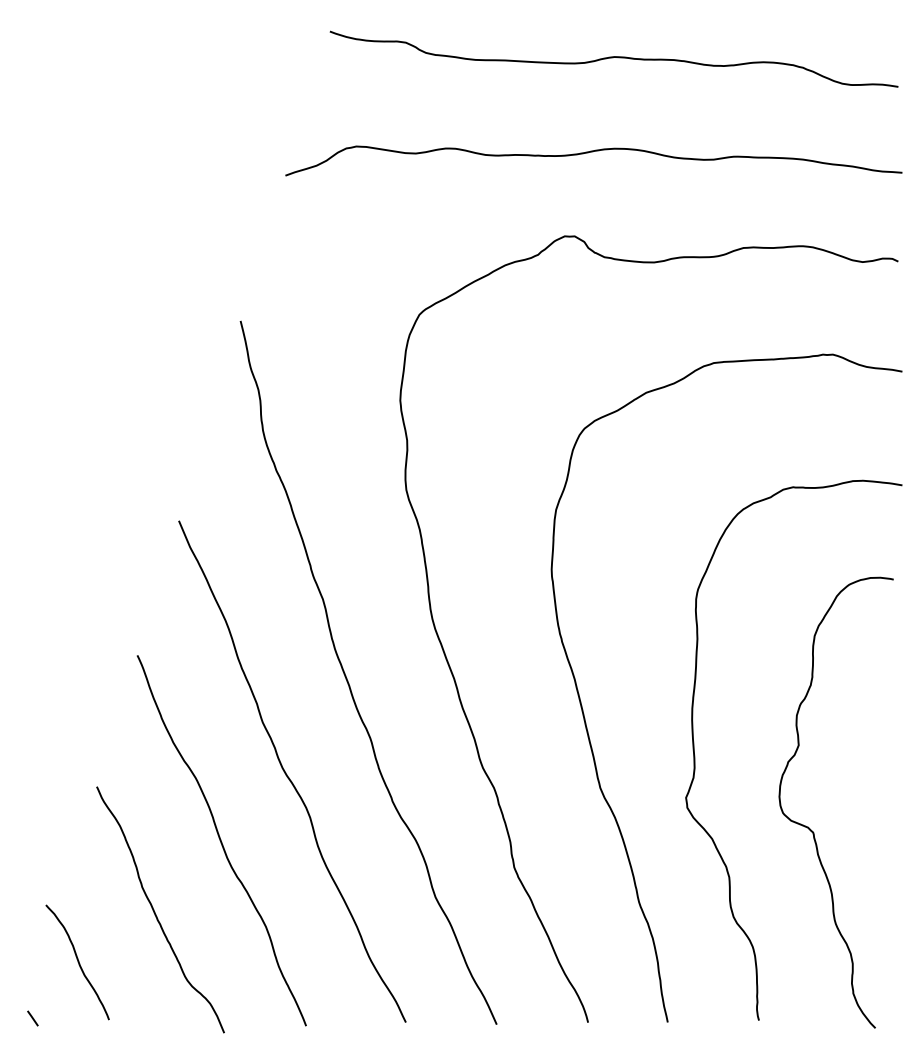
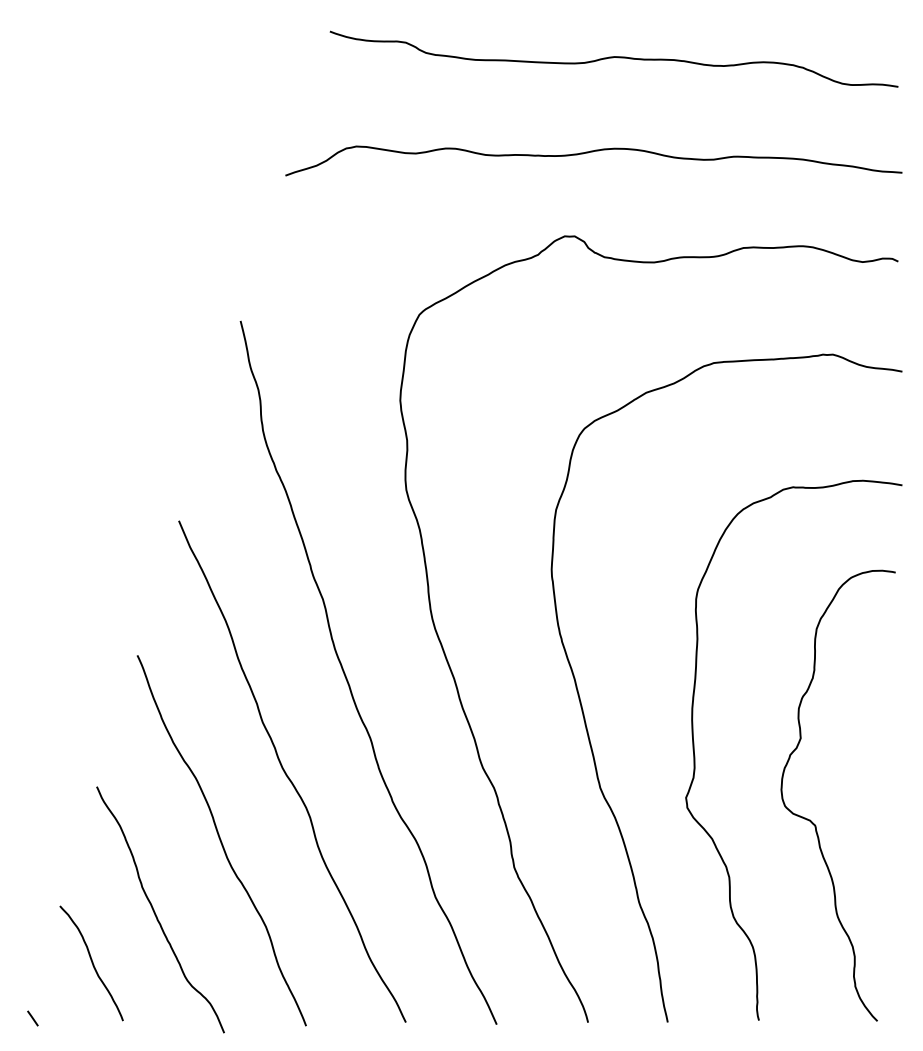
curve at (809, 827) position: (809, 827) -> (811, 820)
curve at (77, 962) position: (77, 962) -> (91, 963)
